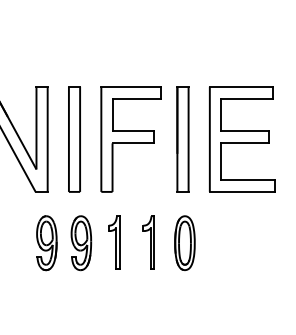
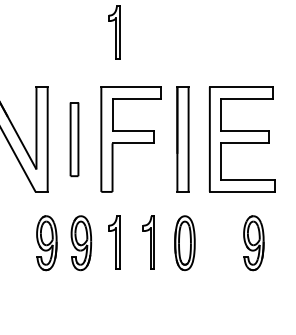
part at (114, 32): none -> present
part at (74, 139) size: 13x107 px -> 11x76 px
part at (253, 243): none -> present
